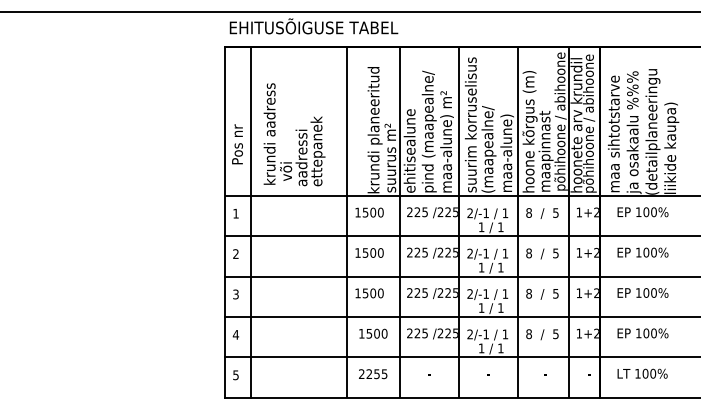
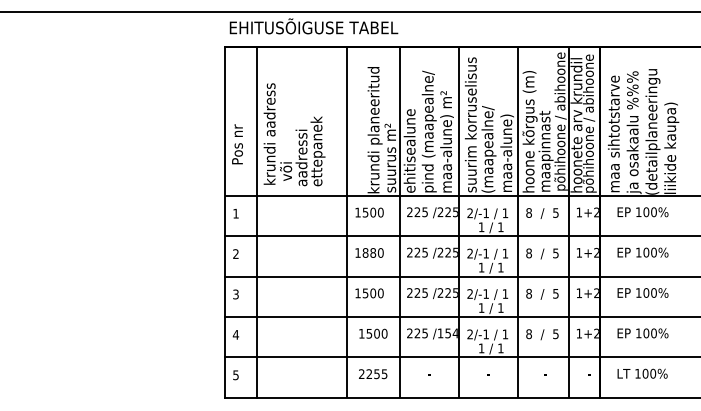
line at (250, 221) position: (250, 221) -> (256, 221)
text at (369, 252): 1500 -> 1880
text at (447, 333): /225 -> /154
